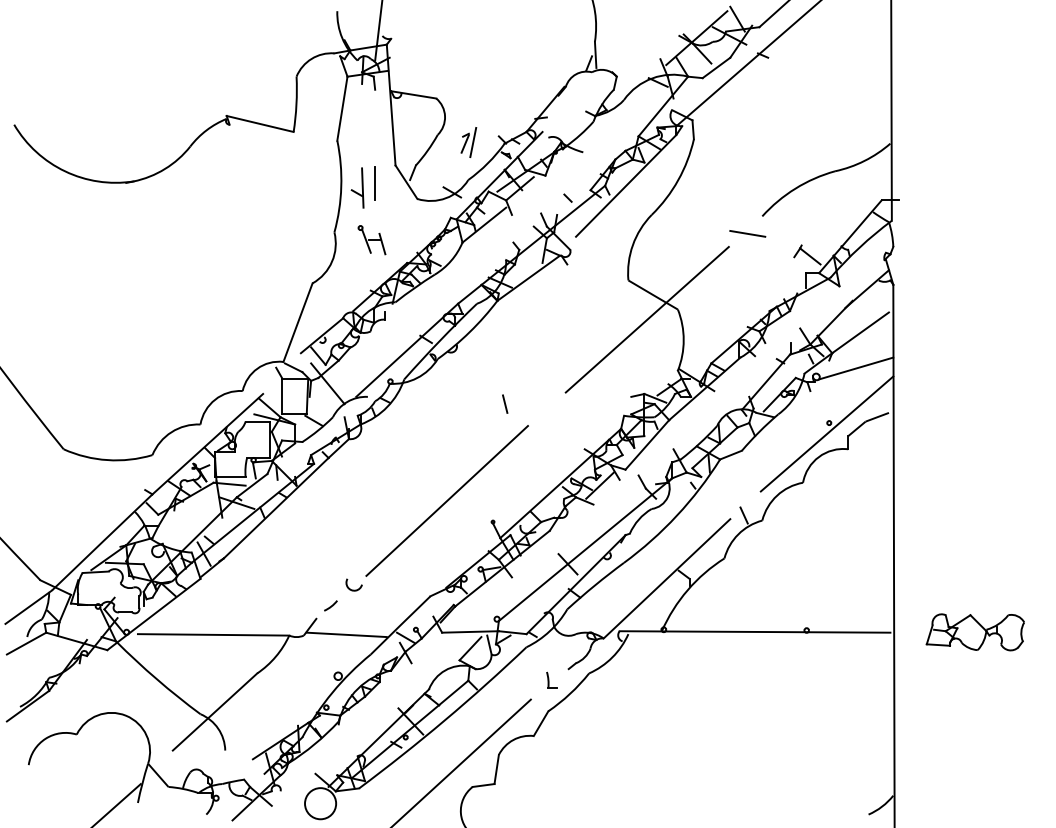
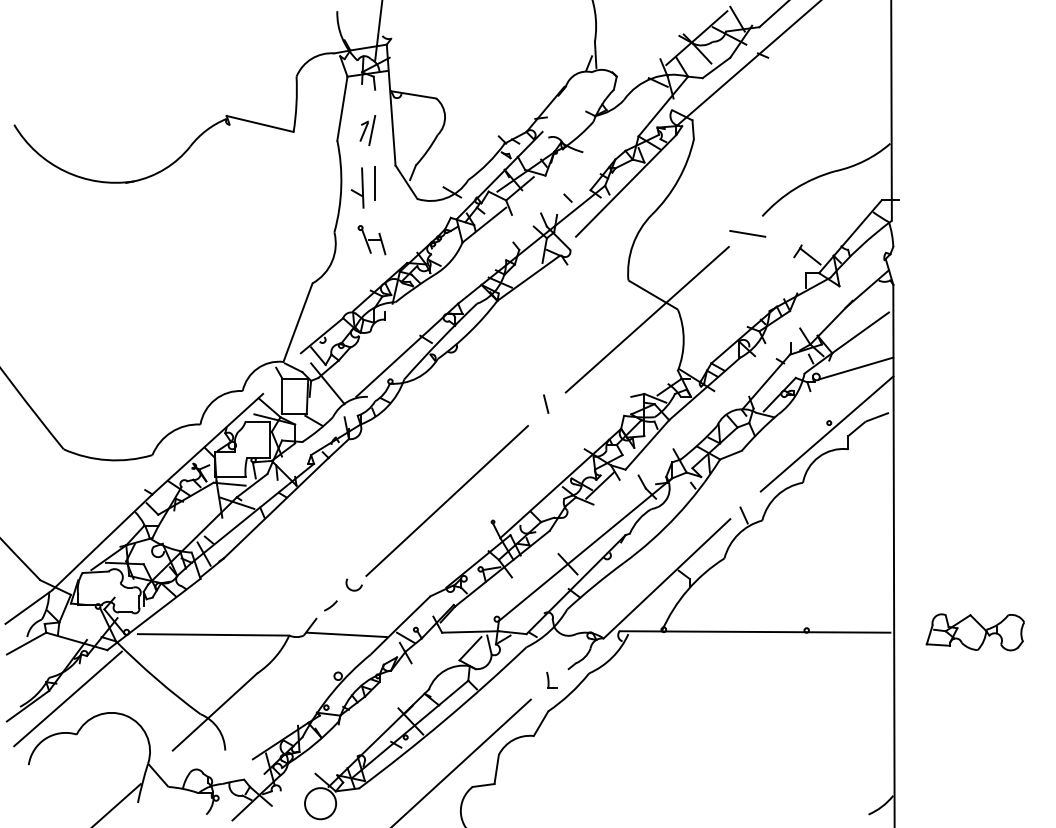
part at (468, 142) position: (468, 142) -> (367, 130)
line at (505, 403) position: (505, 403) -> (546, 403)
line at (67, 698): none -> present
